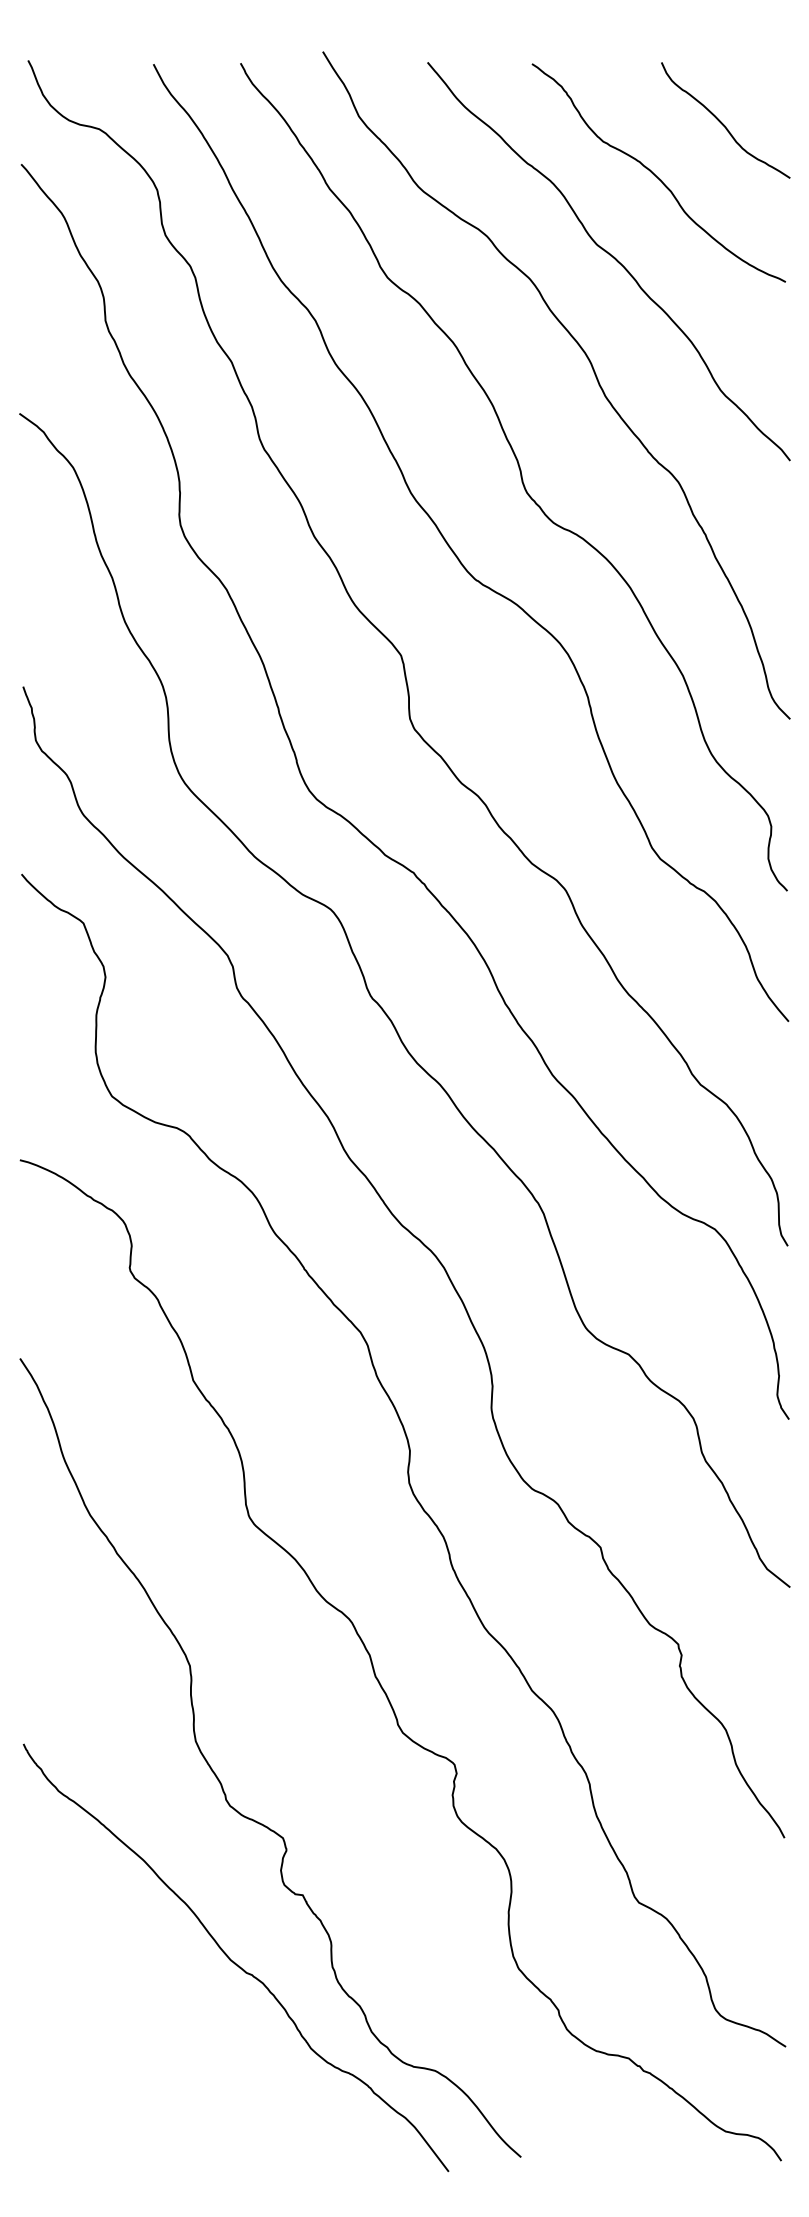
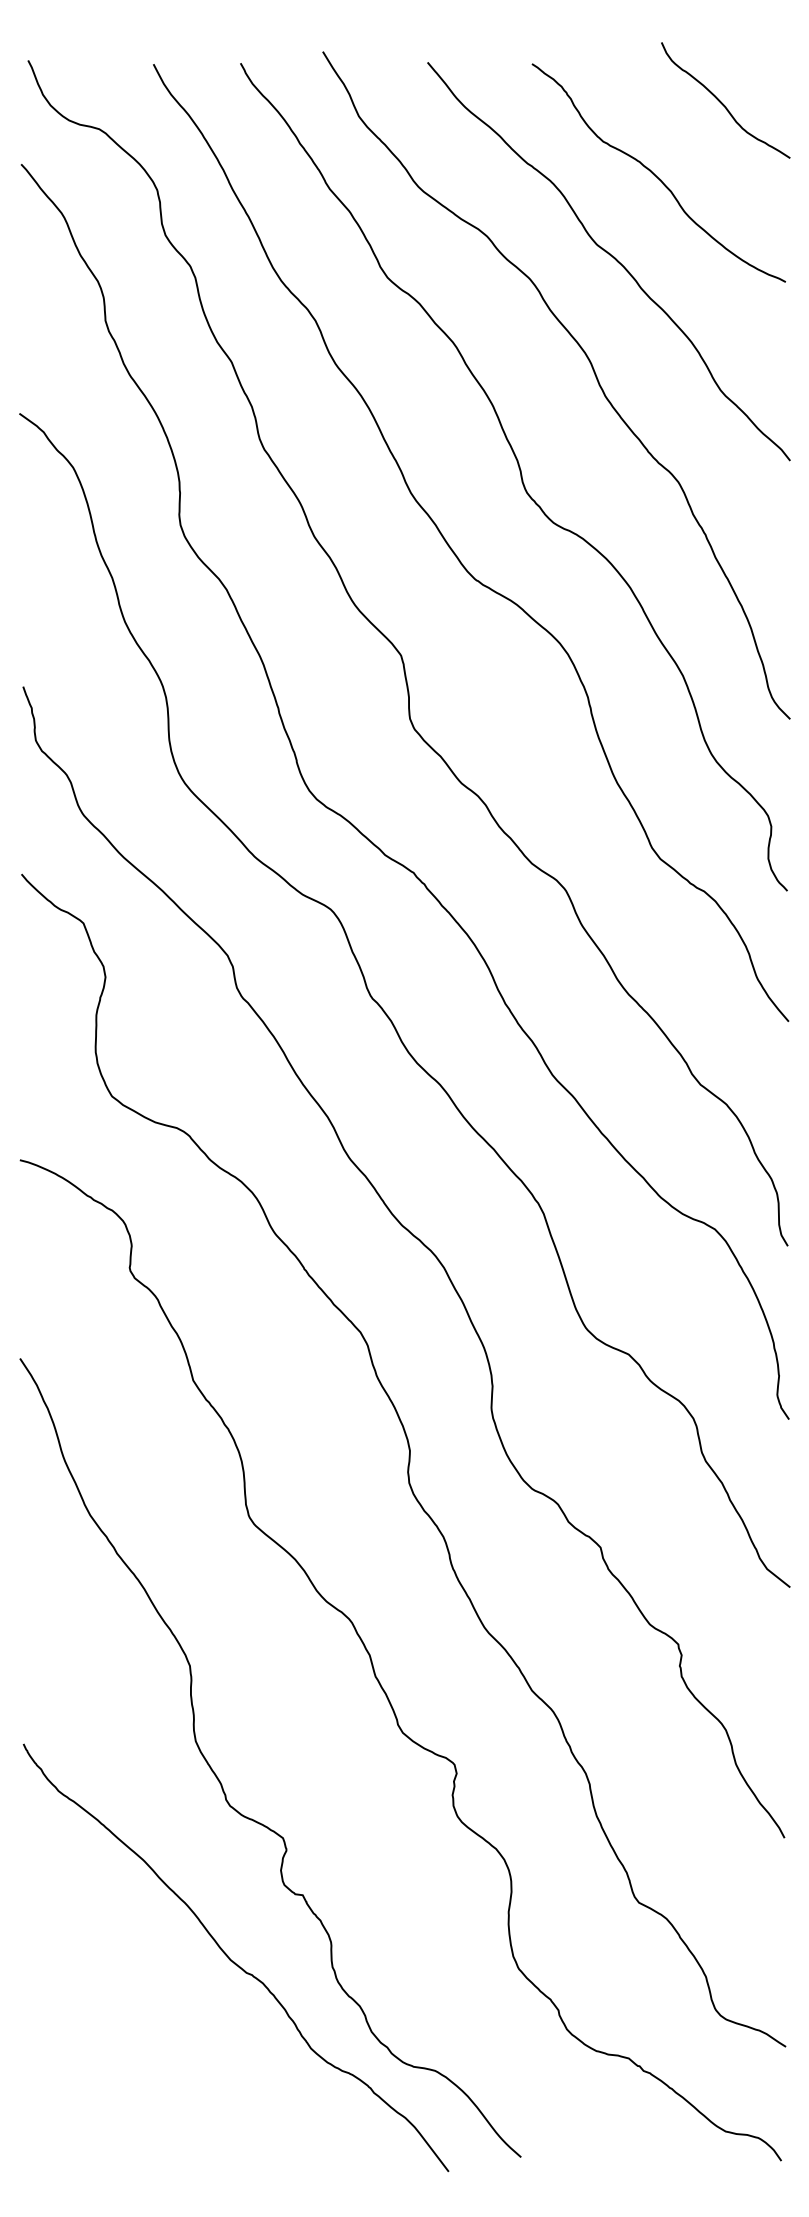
curve at (722, 122) position: (722, 122) -> (722, 102)
